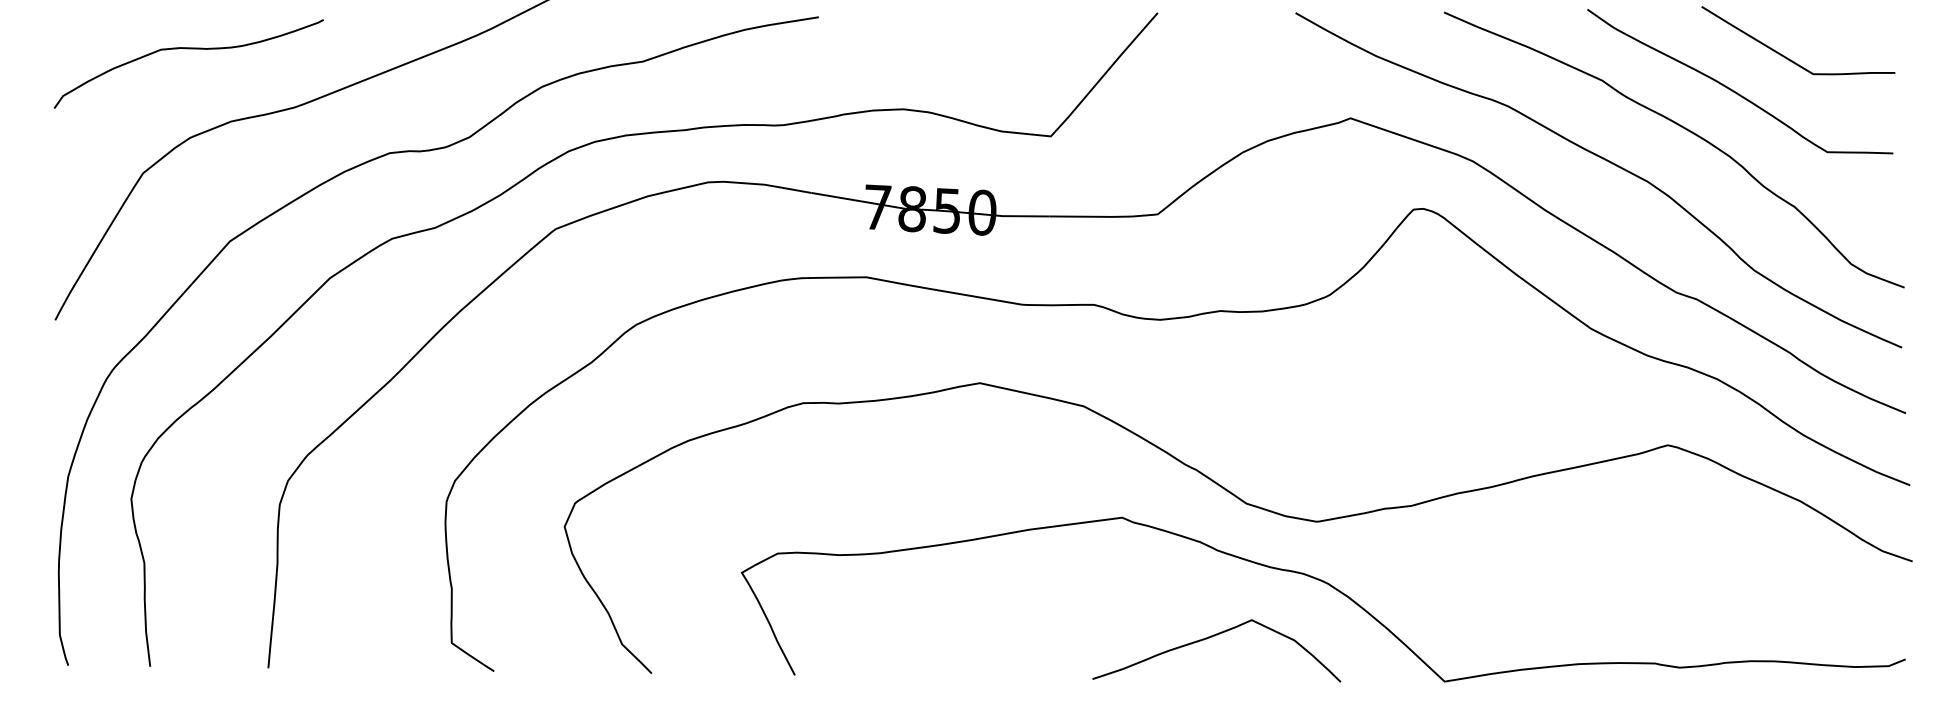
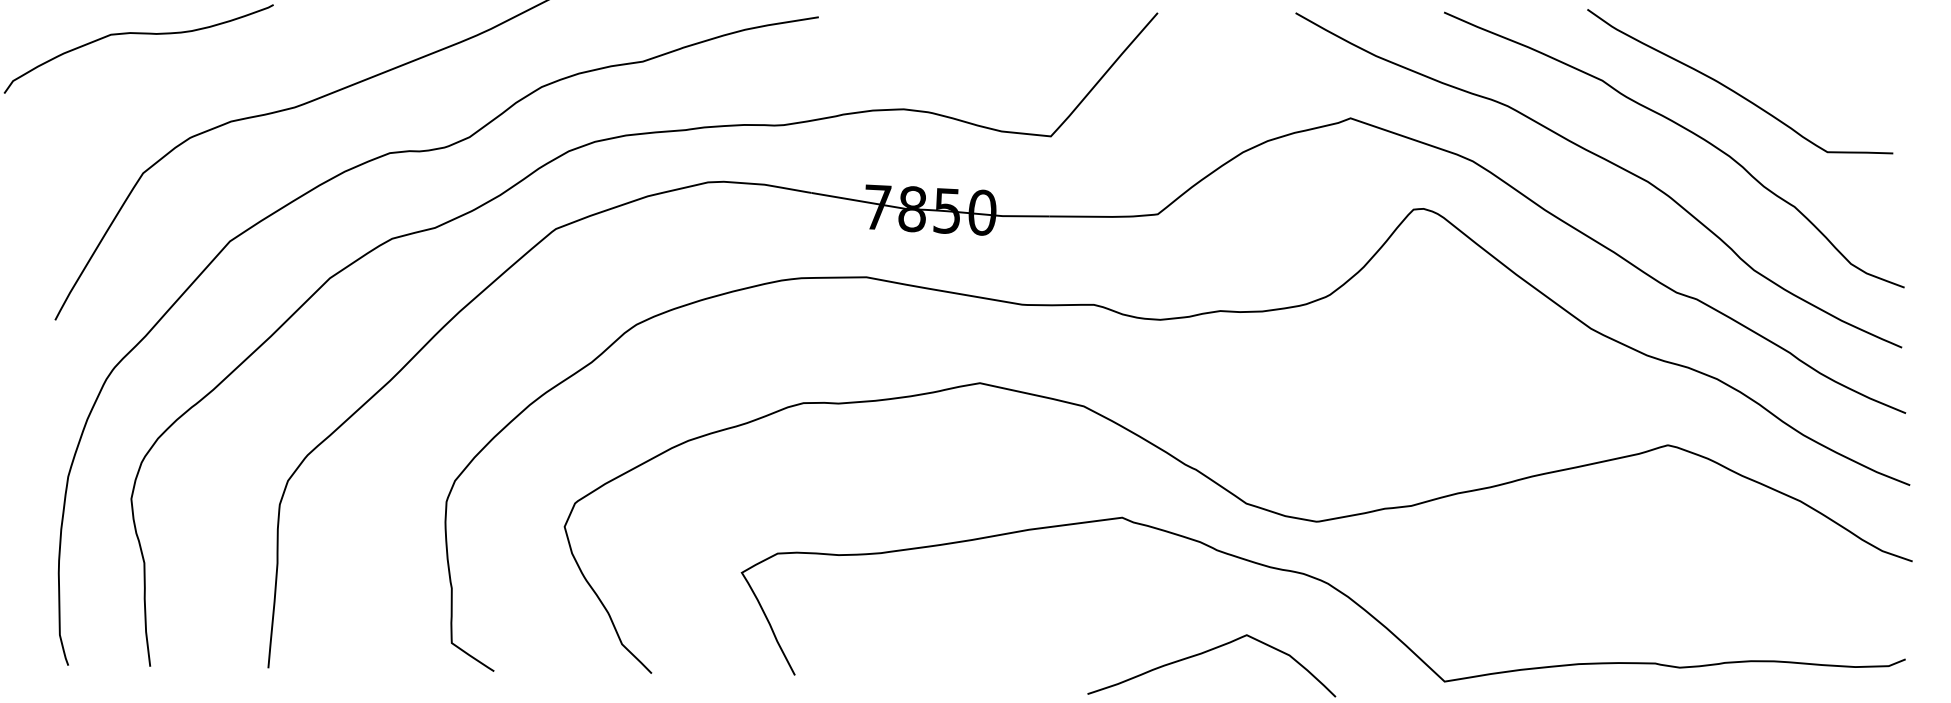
curve at (188, 49) position: (188, 49) -> (138, 34)
curve at (1789, 58): present -> none
curve at (1212, 637) position: (1212, 637) -> (1207, 652)
